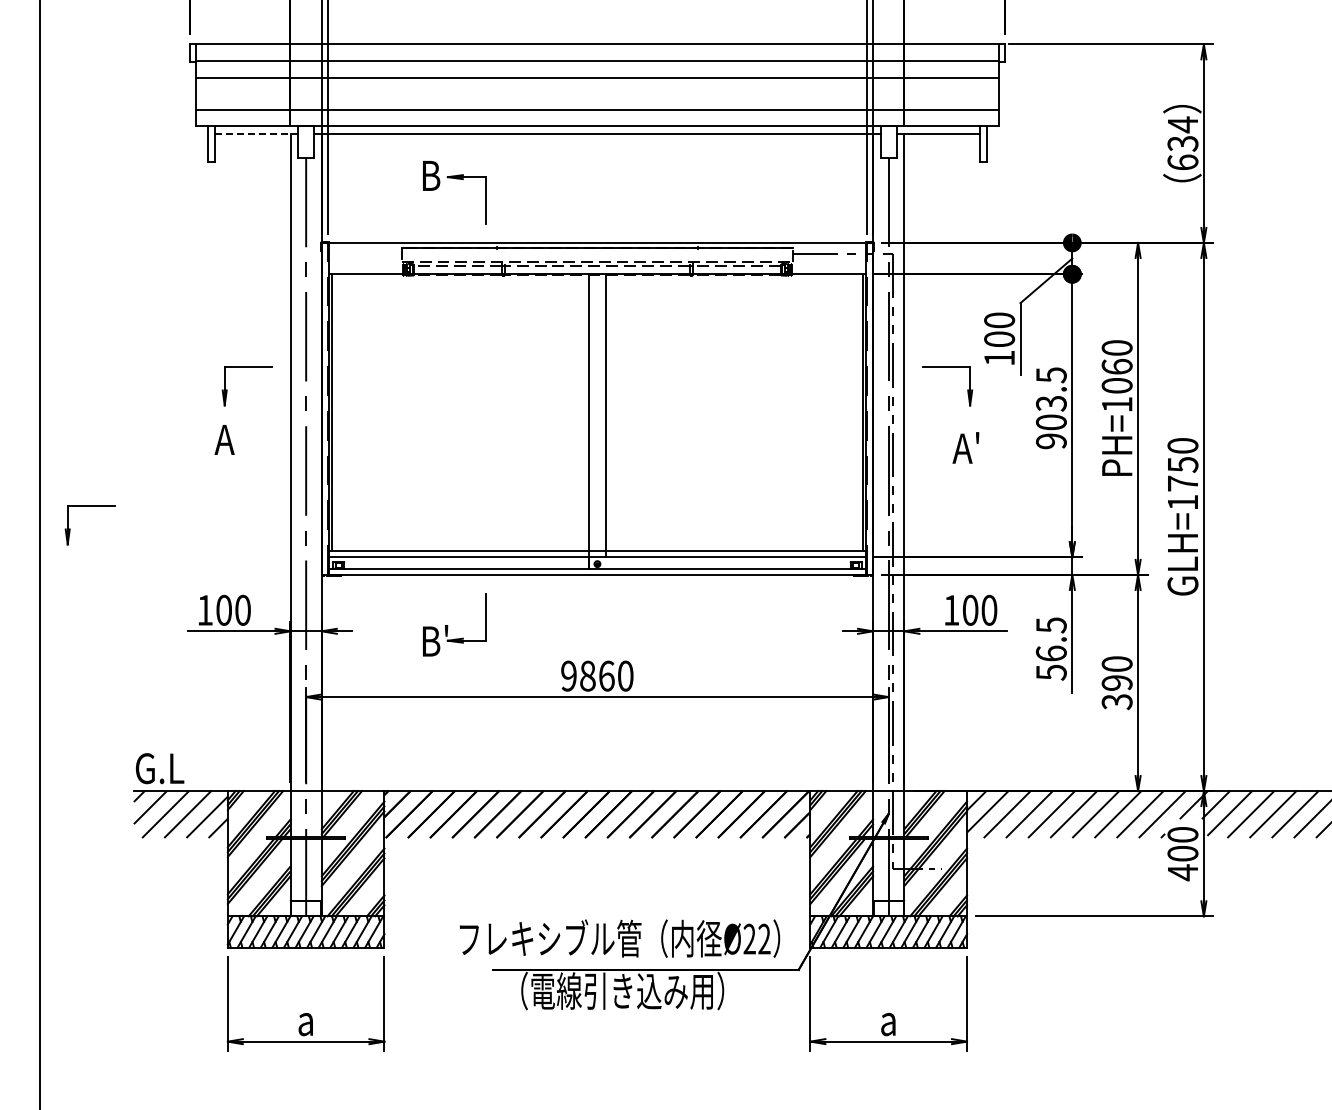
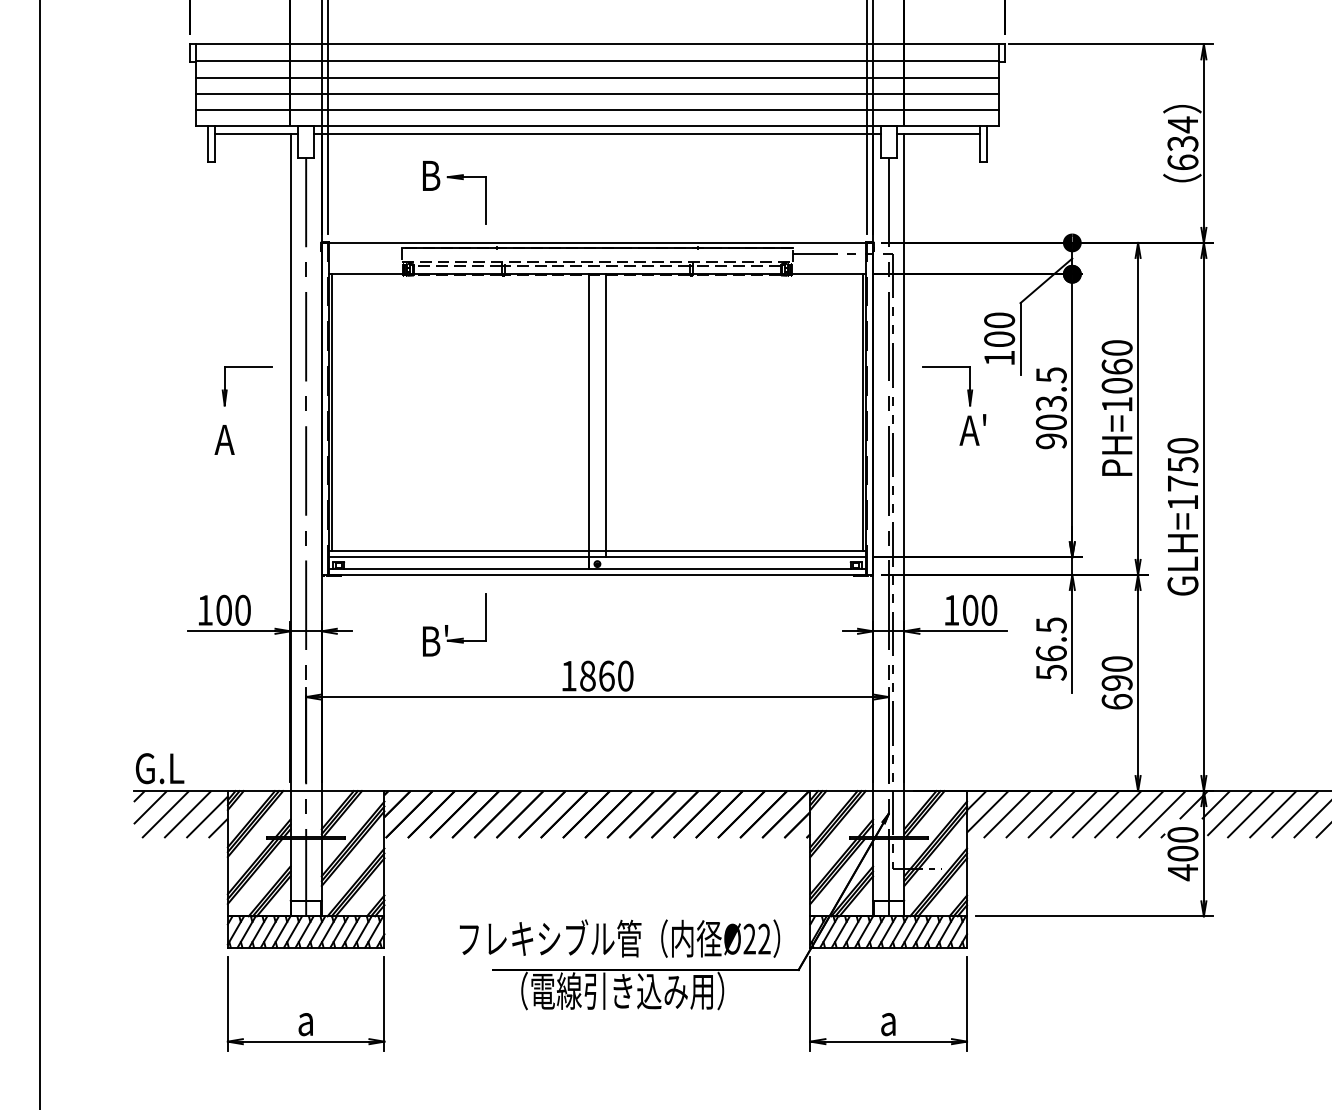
line at (597, 93): none -> present
line at (256, 134): dashed -> solid
text at (965, 447) position: (965, 447) -> (972, 429)
part at (89, 506): present -> none
text at (568, 675): 9860 -> 1860
text at (1116, 702): 390 -> 690
